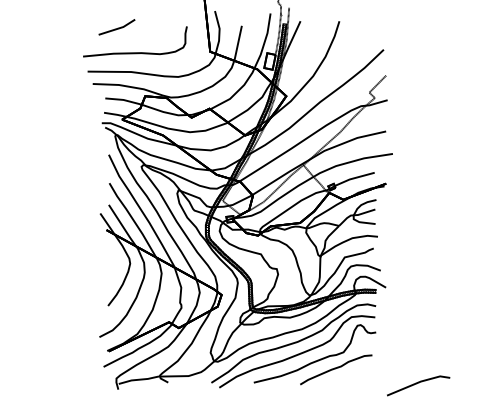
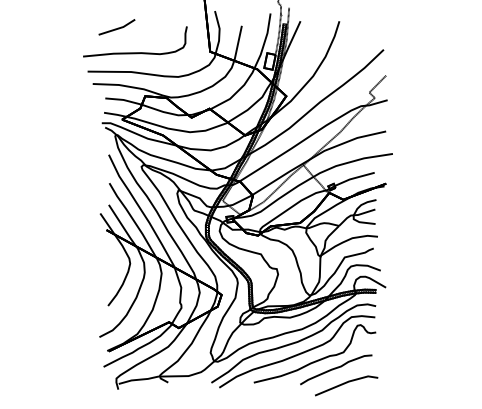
line at (418, 383) position: (418, 383) -> (346, 383)
